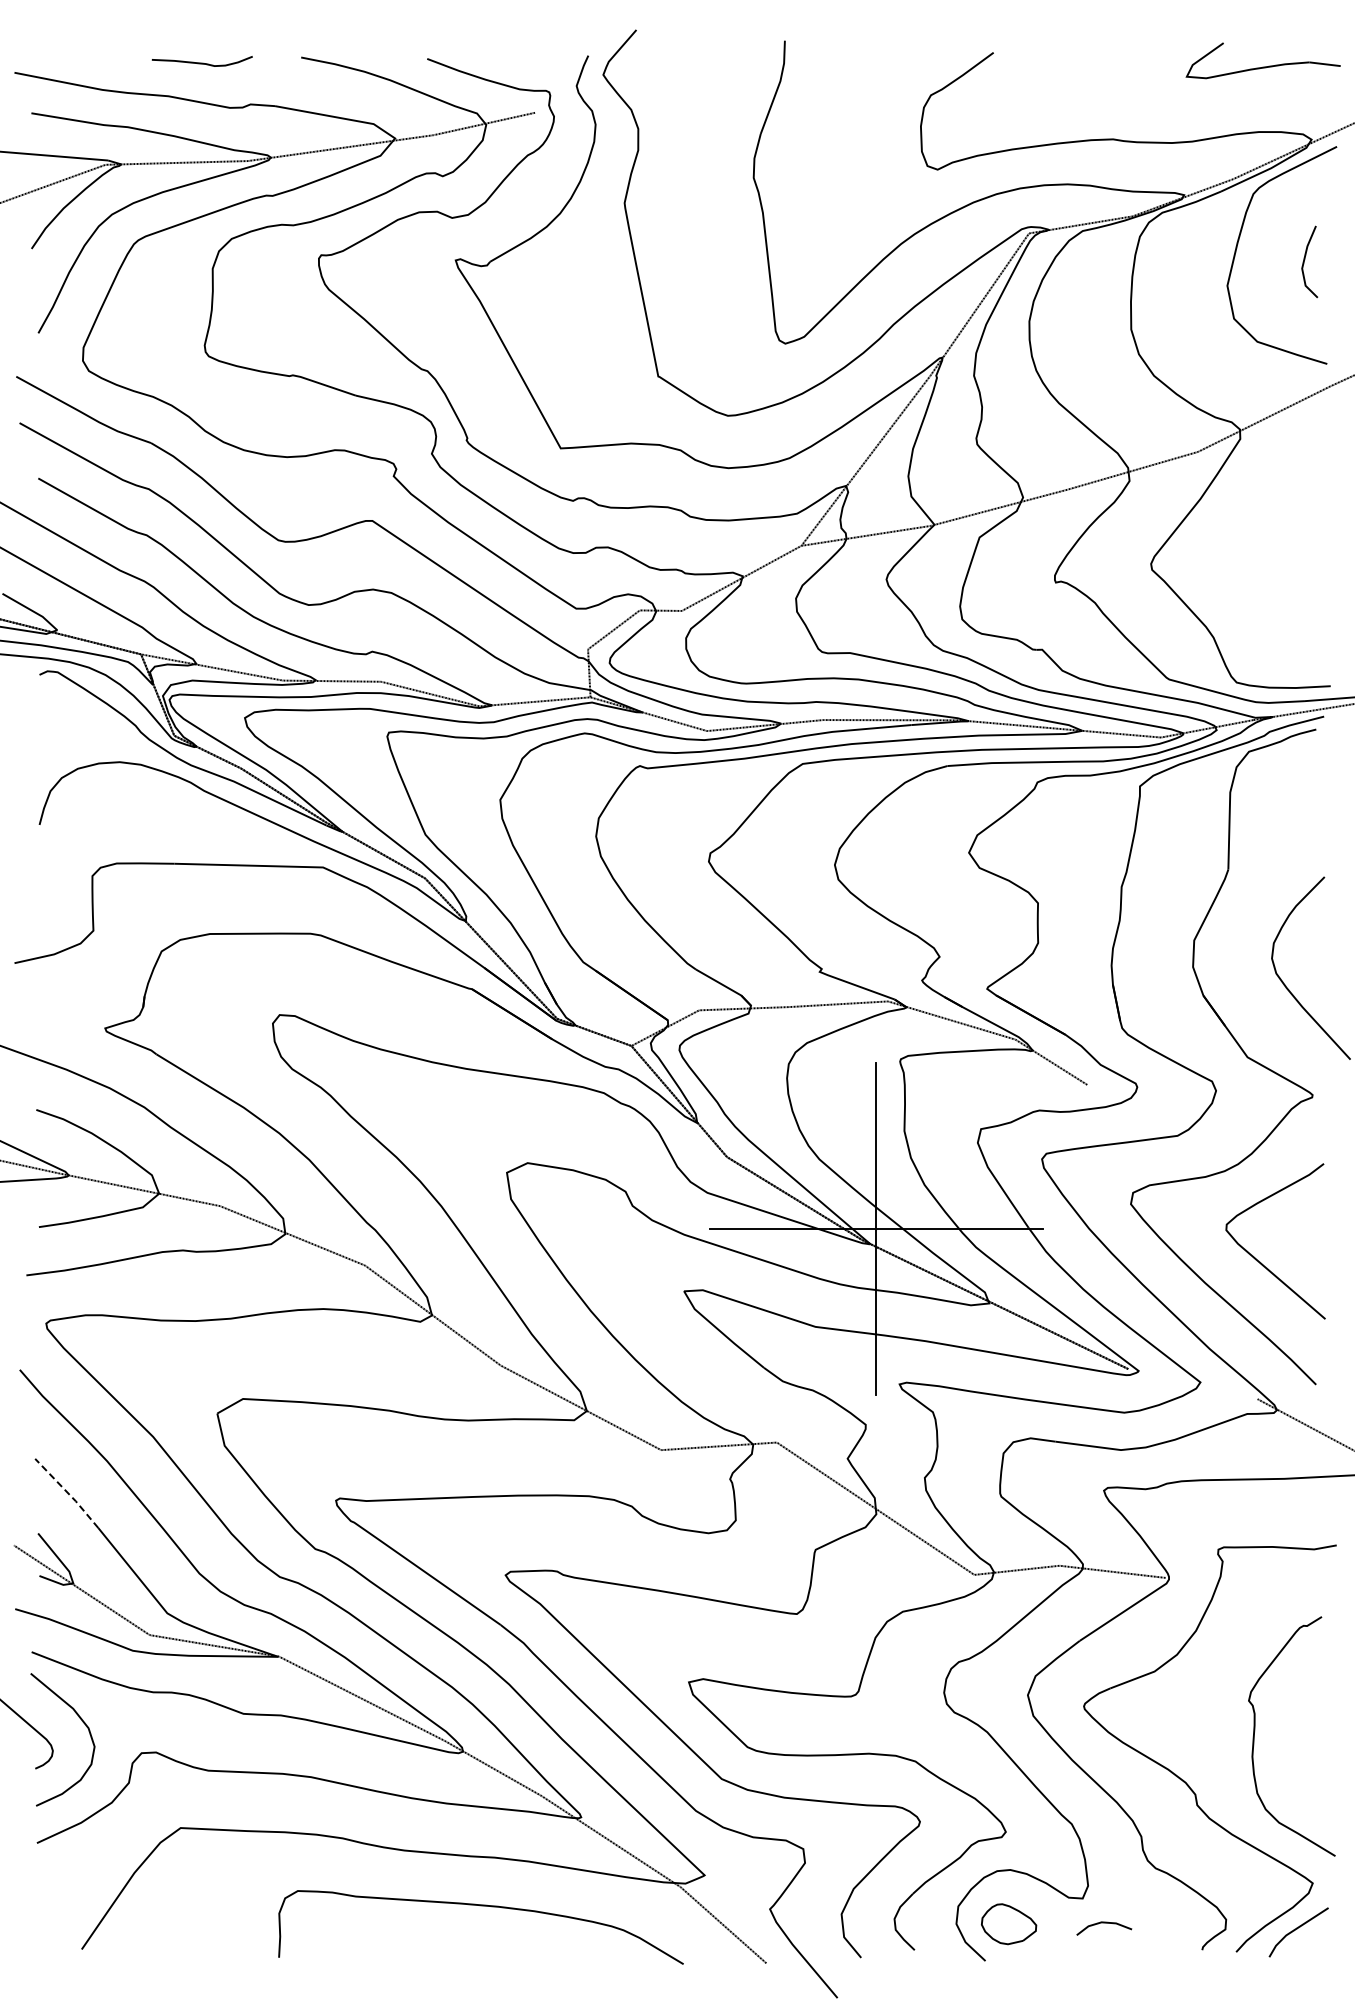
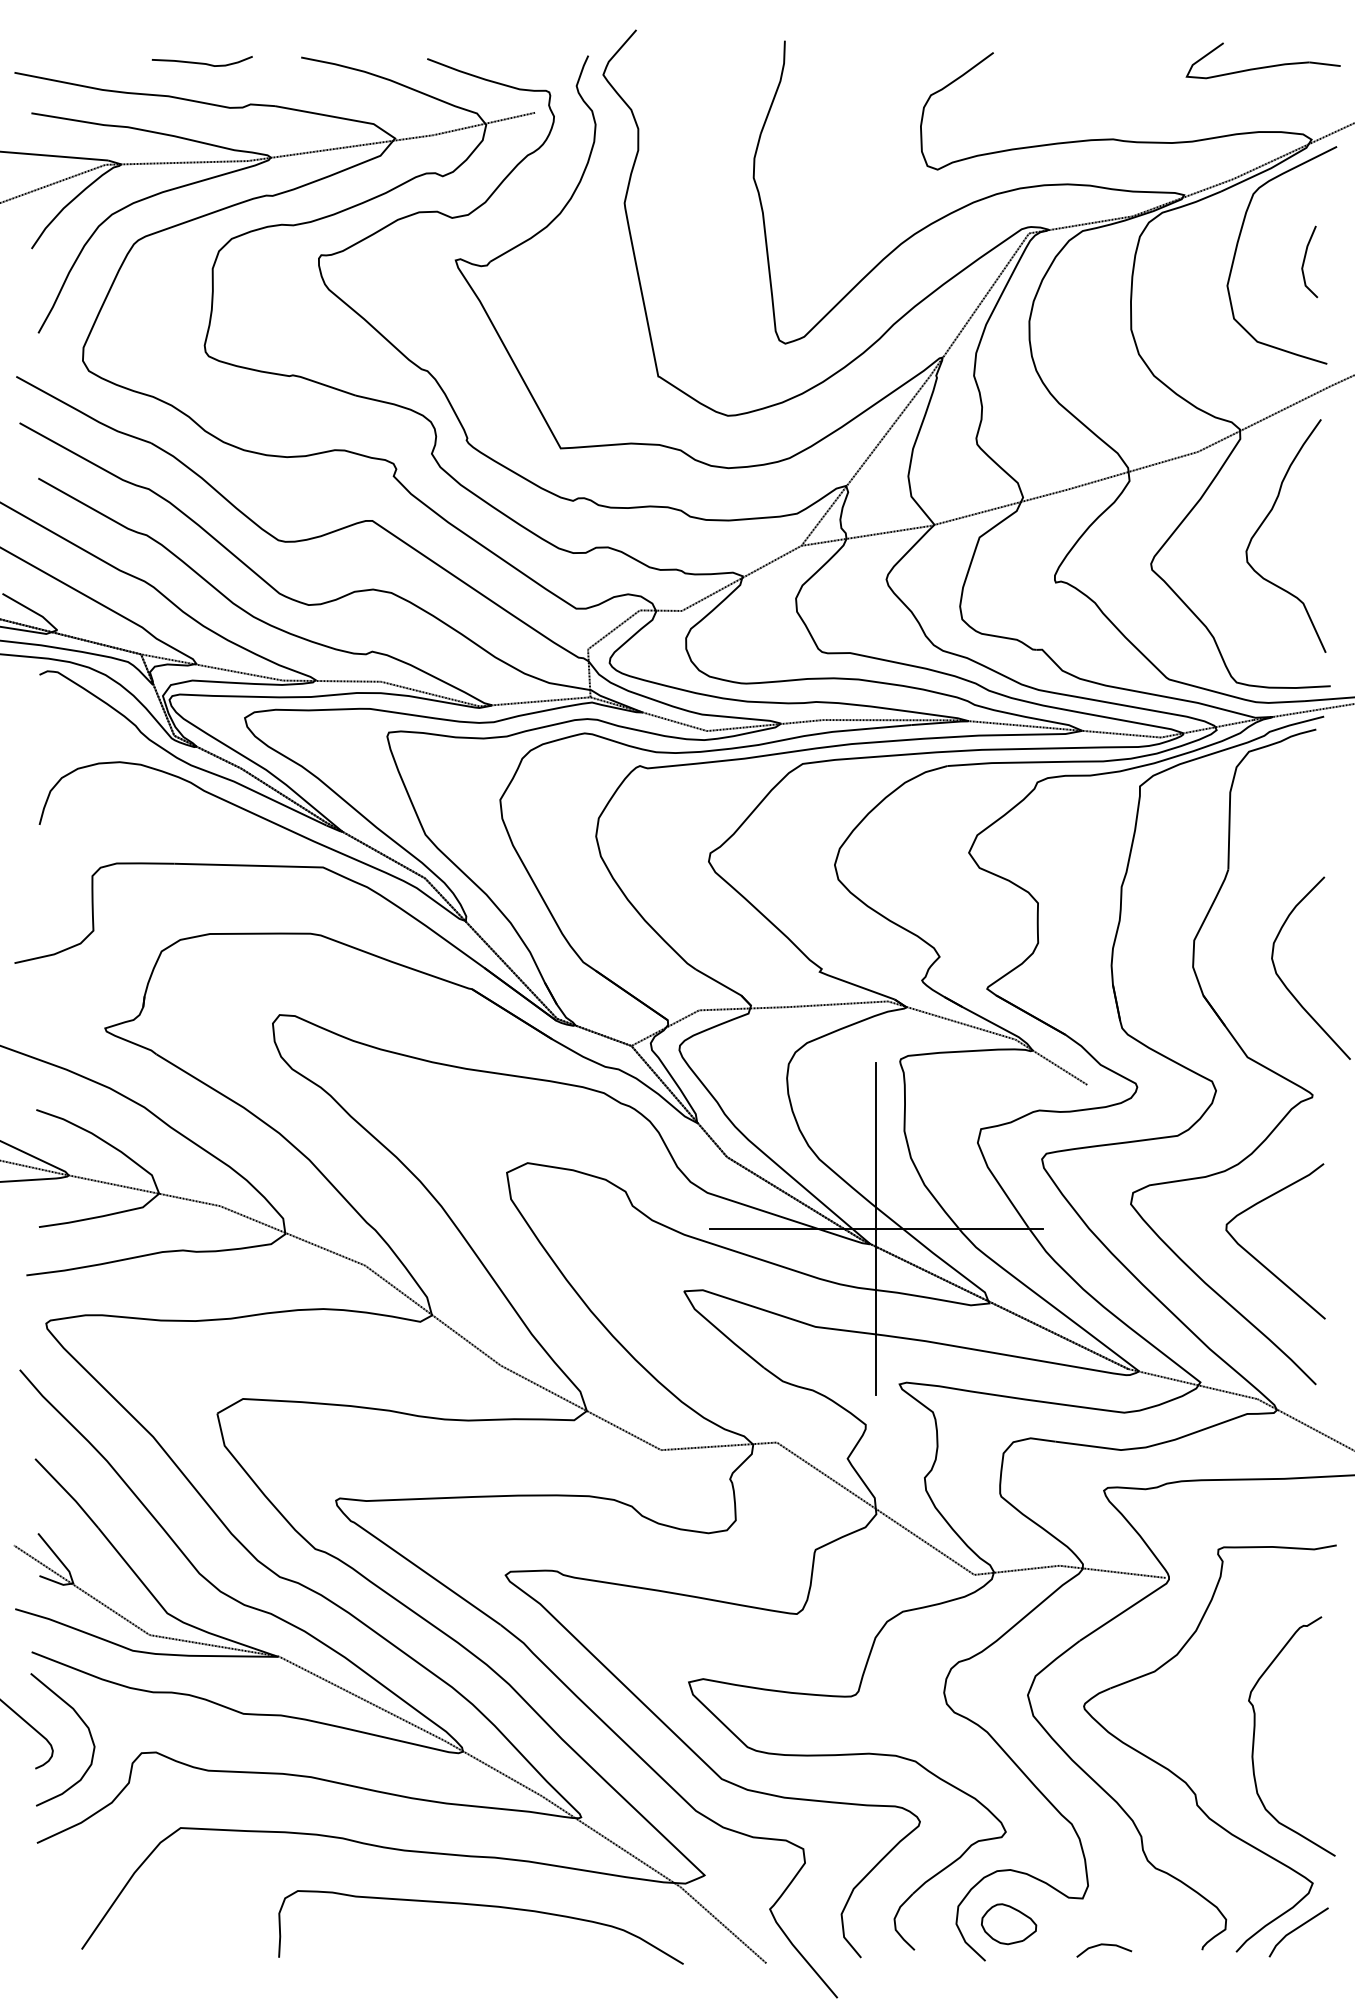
curve at (1265, 520): none -> present
line at (1192, 1384): none -> present
line at (67, 1492): dashed -> solid
line at (1104, 1923) position: (1104, 1923) -> (1104, 1945)
